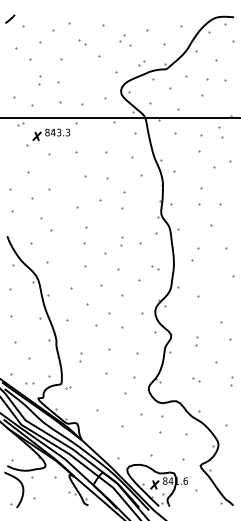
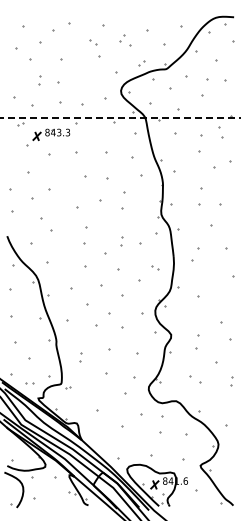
line at (10, 18): present -> none
part at (82, 42) position: (82, 42) -> (93, 42)
line at (120, 118): solid -> dashed
part at (196, 341) size: 4x11 px -> 5x16 px
part at (196, 379) size: 9x6 px -> 13x9 px
